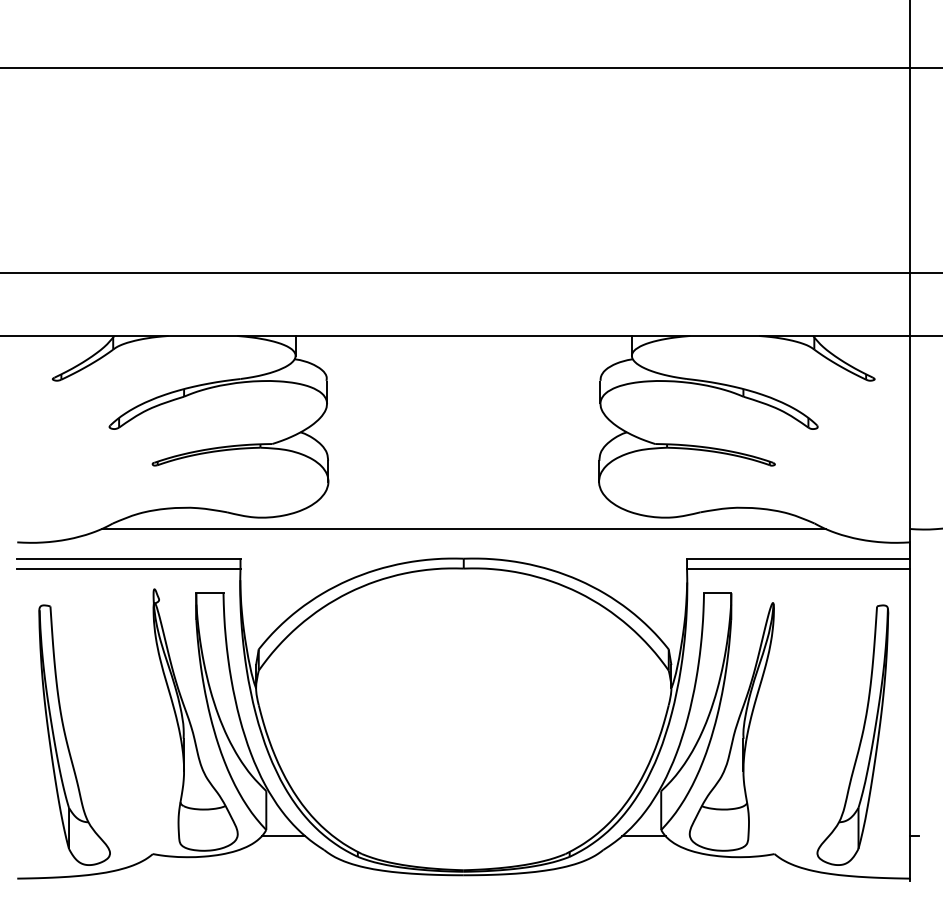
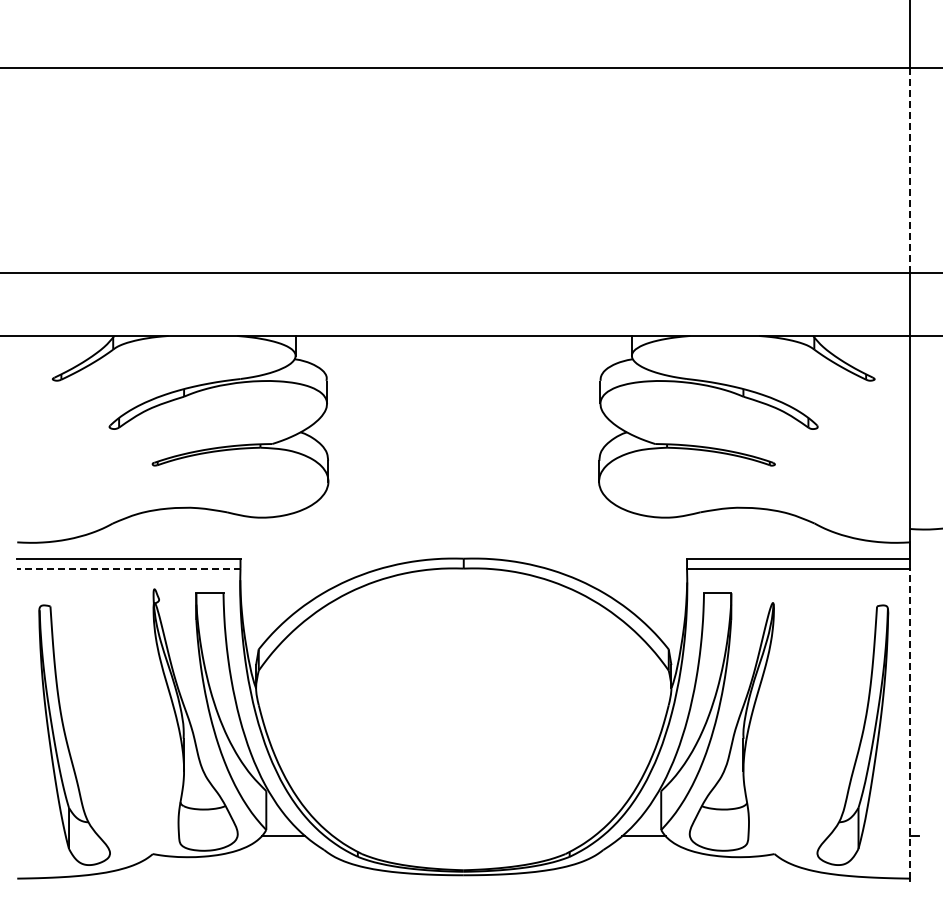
line at (910, 170): solid -> dashed
line at (463, 529): present -> none
line at (128, 568): solid -> dashed
line at (910, 723): solid -> dashed
